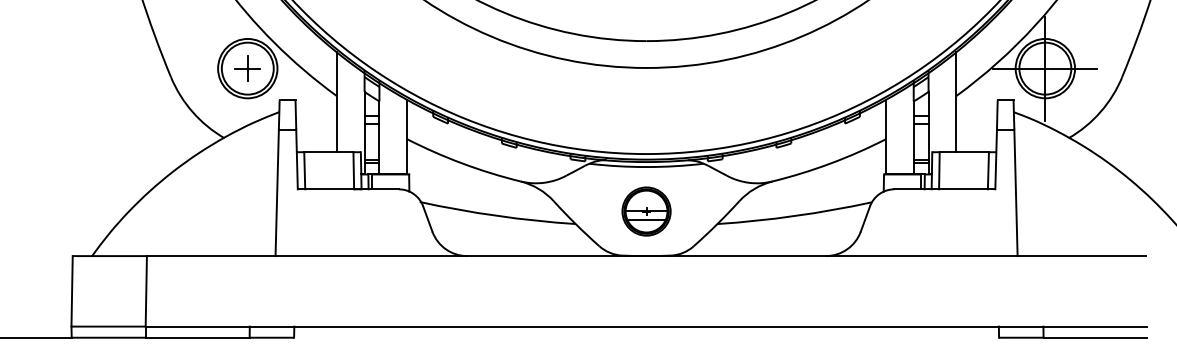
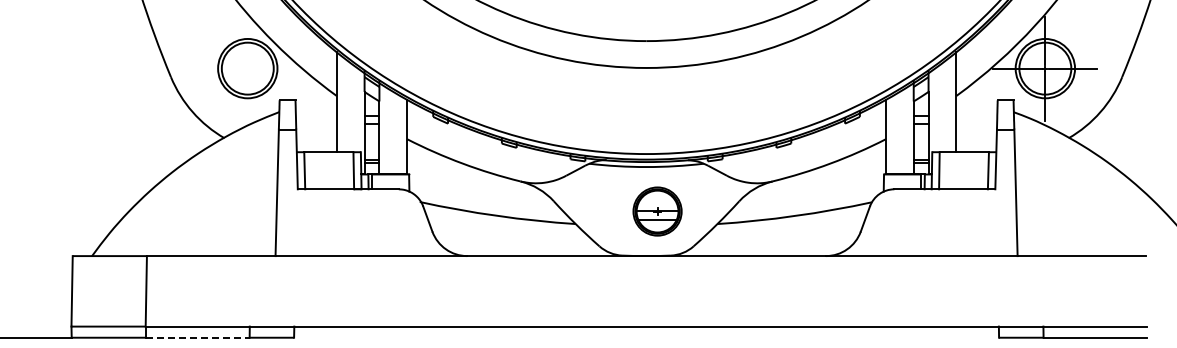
part at (247, 68): present -> none
part at (646, 211) position: (646, 211) -> (657, 211)
line at (197, 337): solid -> dashed
